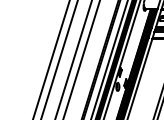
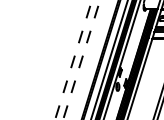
line at (51, 59): present -> none
line at (59, 59): present -> none
line at (81, 59): solid -> dashed
line at (73, 60): solid -> dashed
